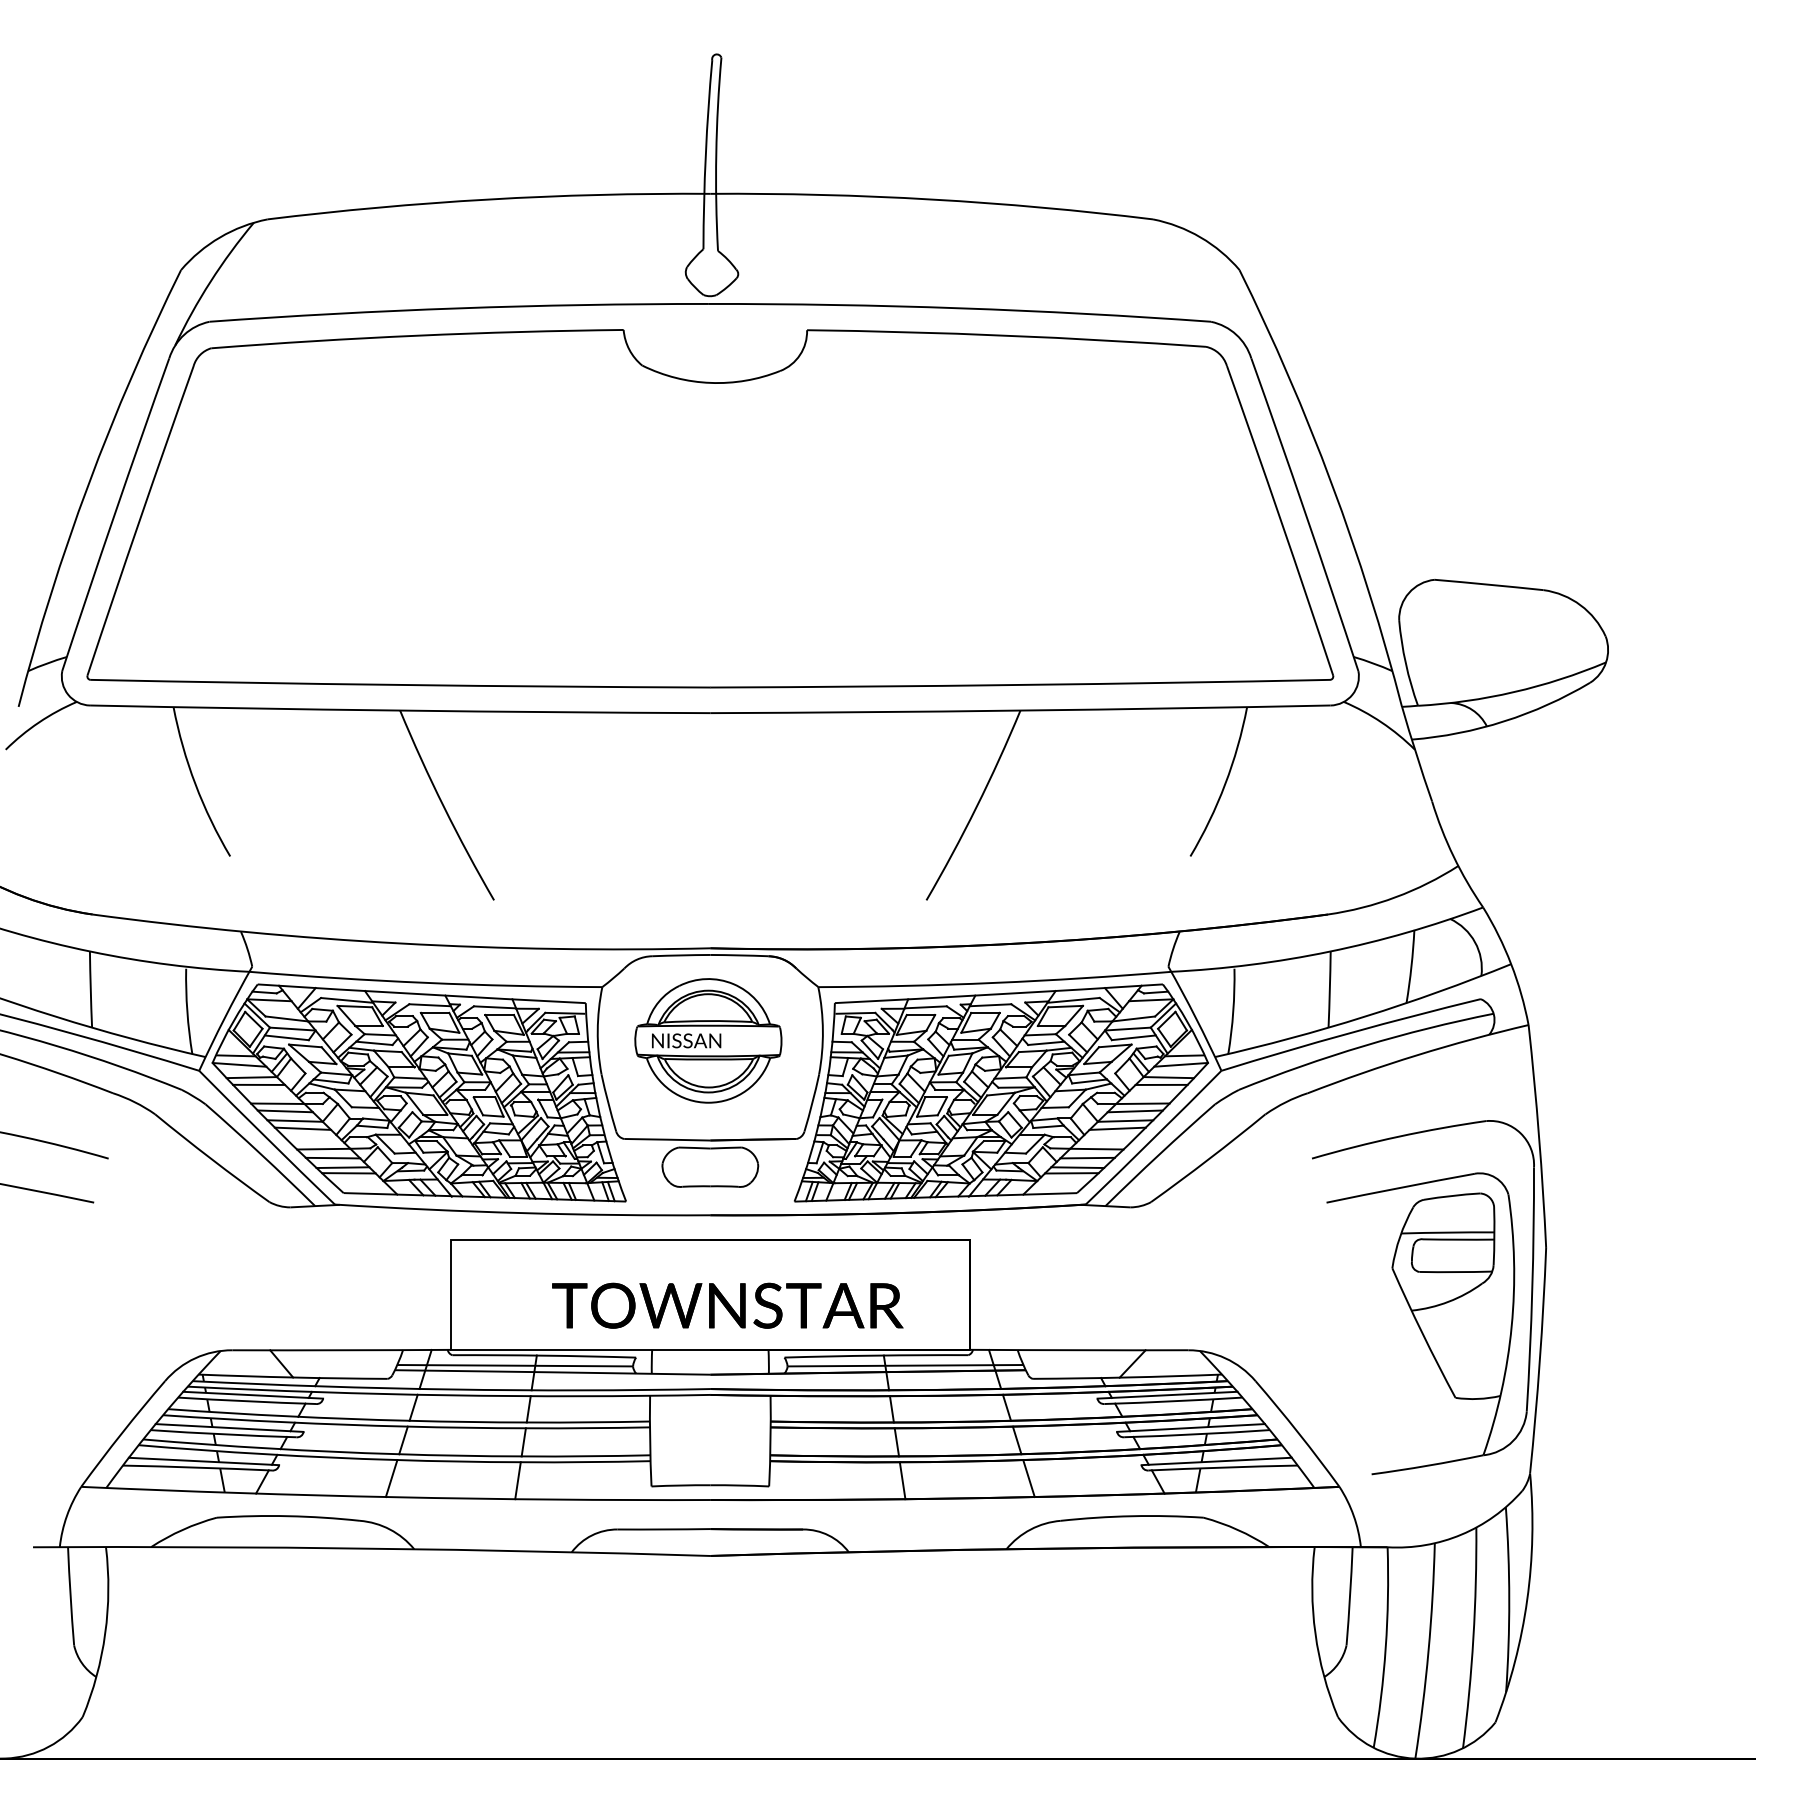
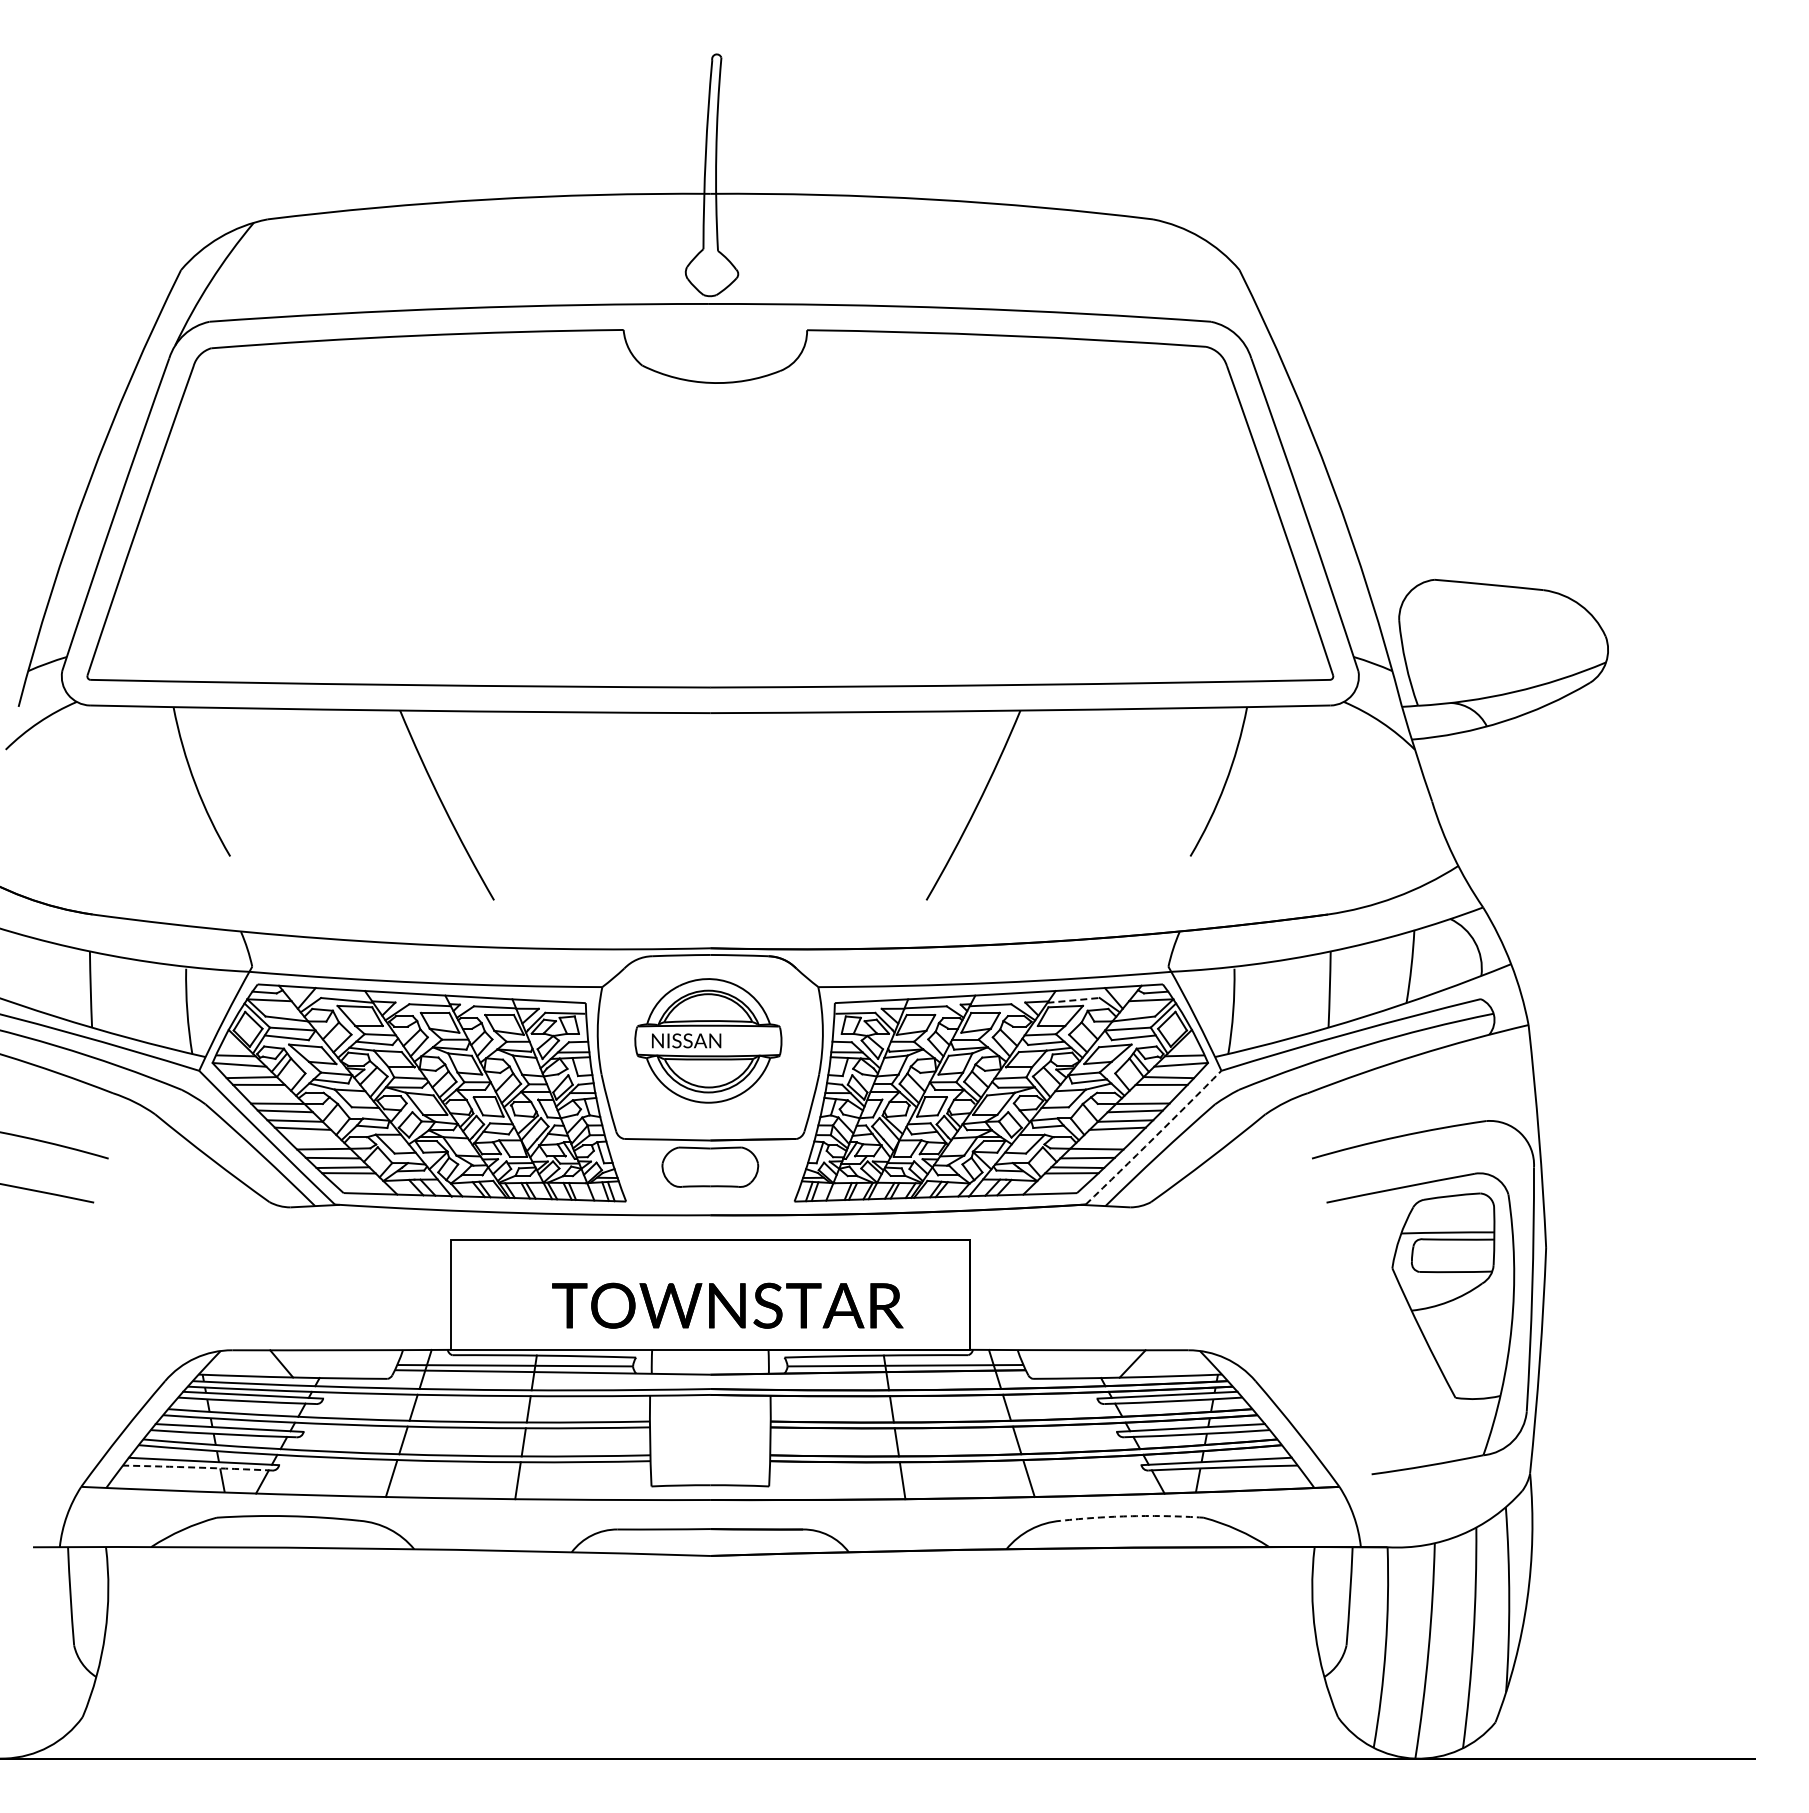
line at (1074, 1000): solid -> dashed
arc at (1154, 1138): solid -> dashed
arc at (197, 1467): solid -> dashed
arc at (1132, 1516): solid -> dashed
